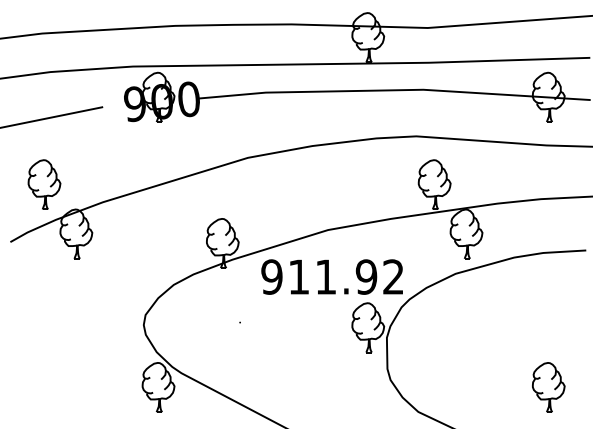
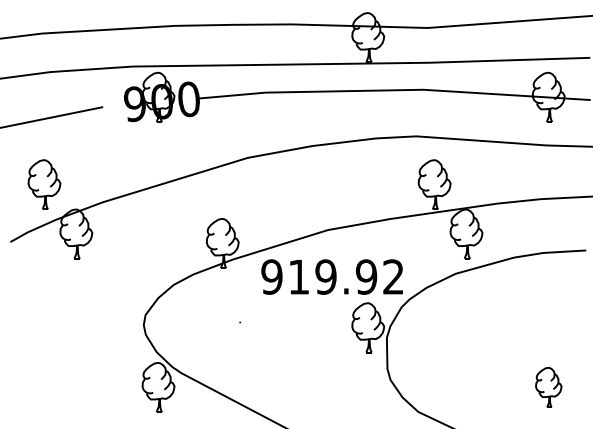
text at (325, 276): 911.92 -> 919.92
part at (548, 387) size: 34x51 px -> 28x41 px
